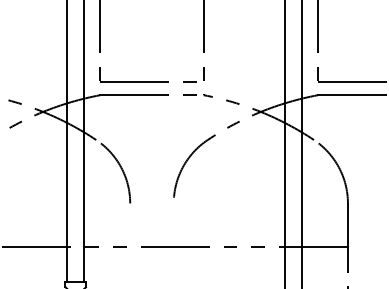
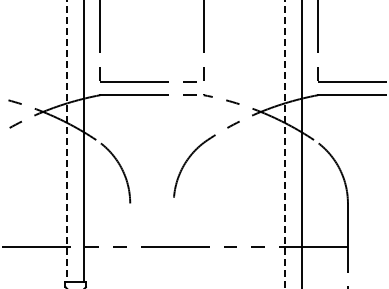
line at (67, 141): solid -> dashed
line at (285, 144): solid -> dashed
